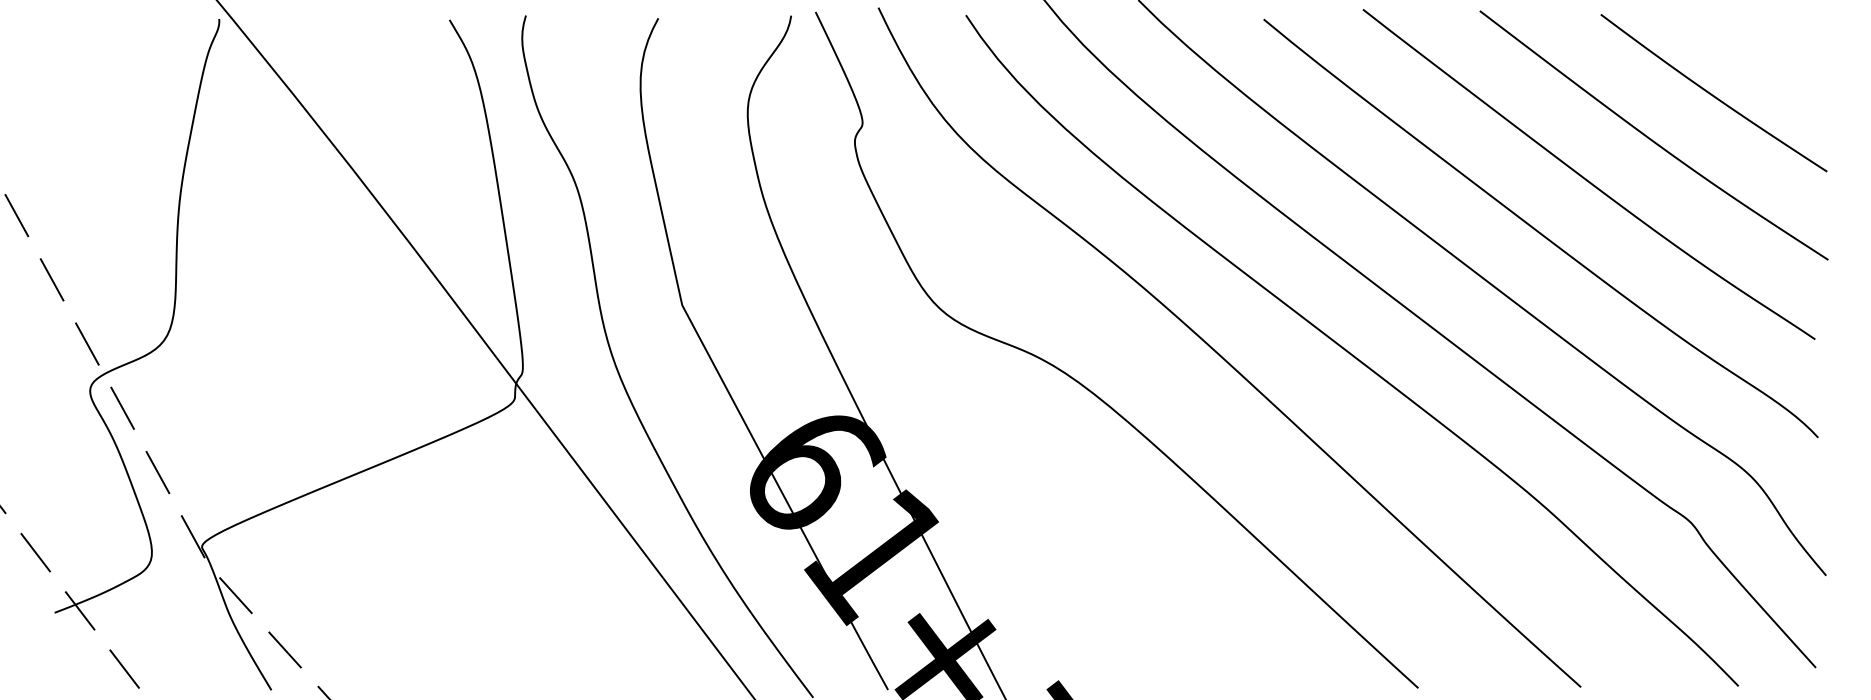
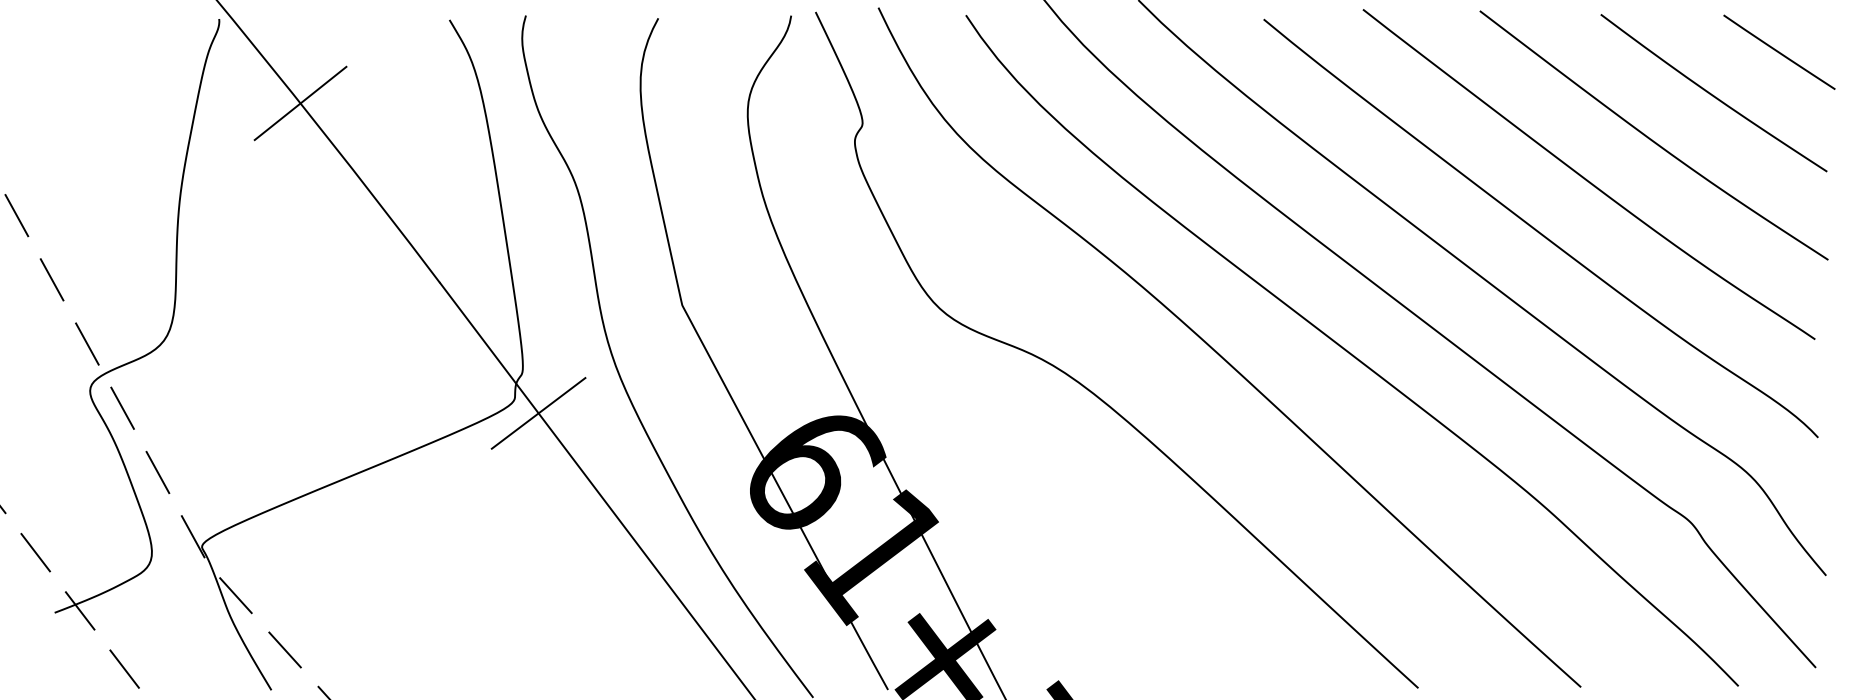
line at (1779, 51): none -> present
line at (300, 103): none -> present
line at (538, 413): none -> present
